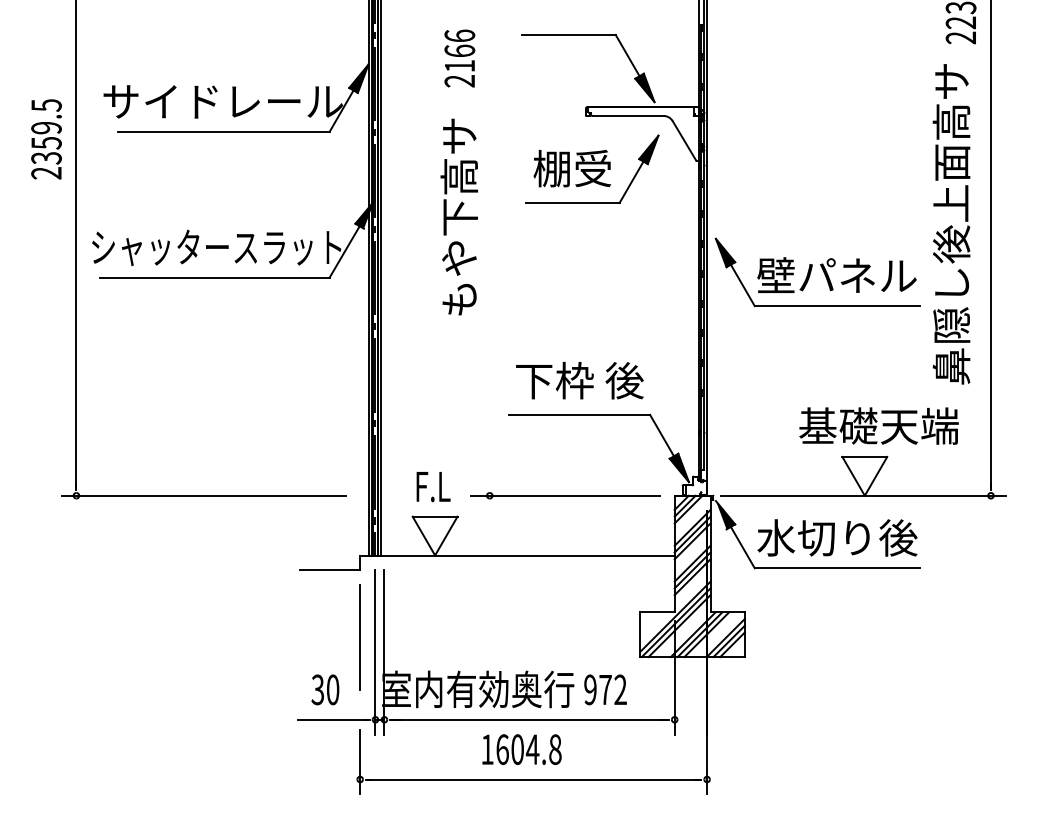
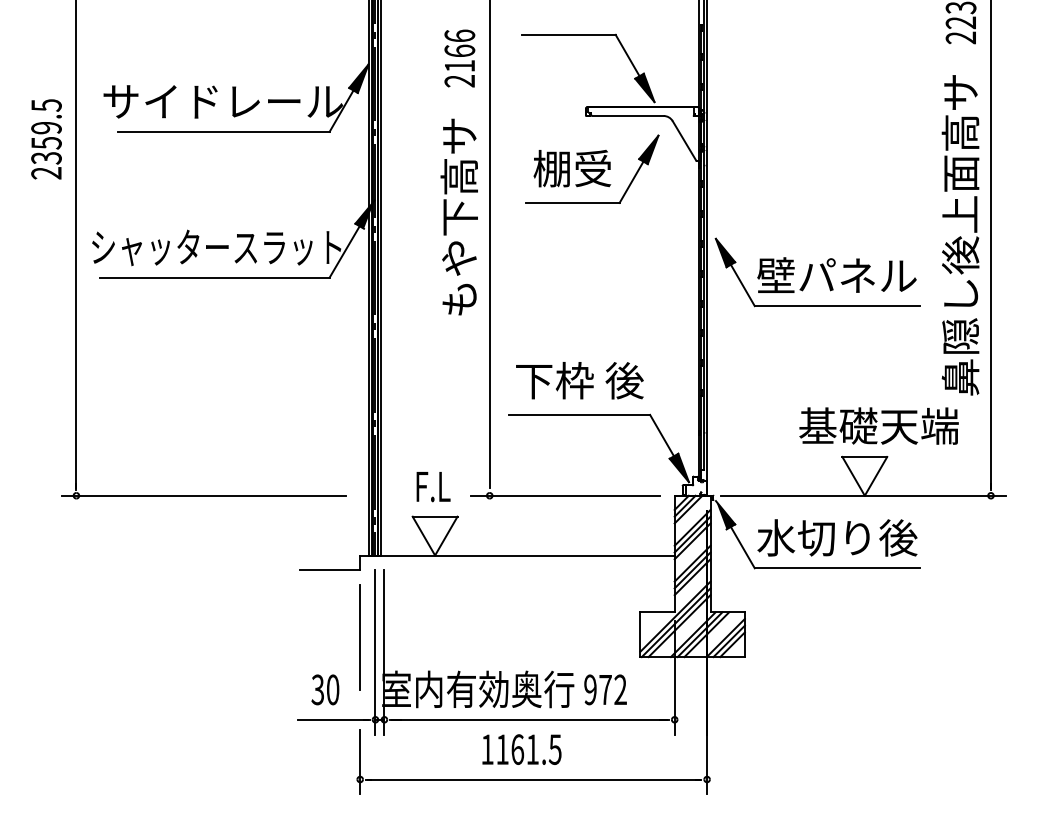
text at (951, 224) position: (951, 224) -> (960, 235)
line at (489, 245): none -> present
text at (528, 749): 1604.8 -> 1161.5
